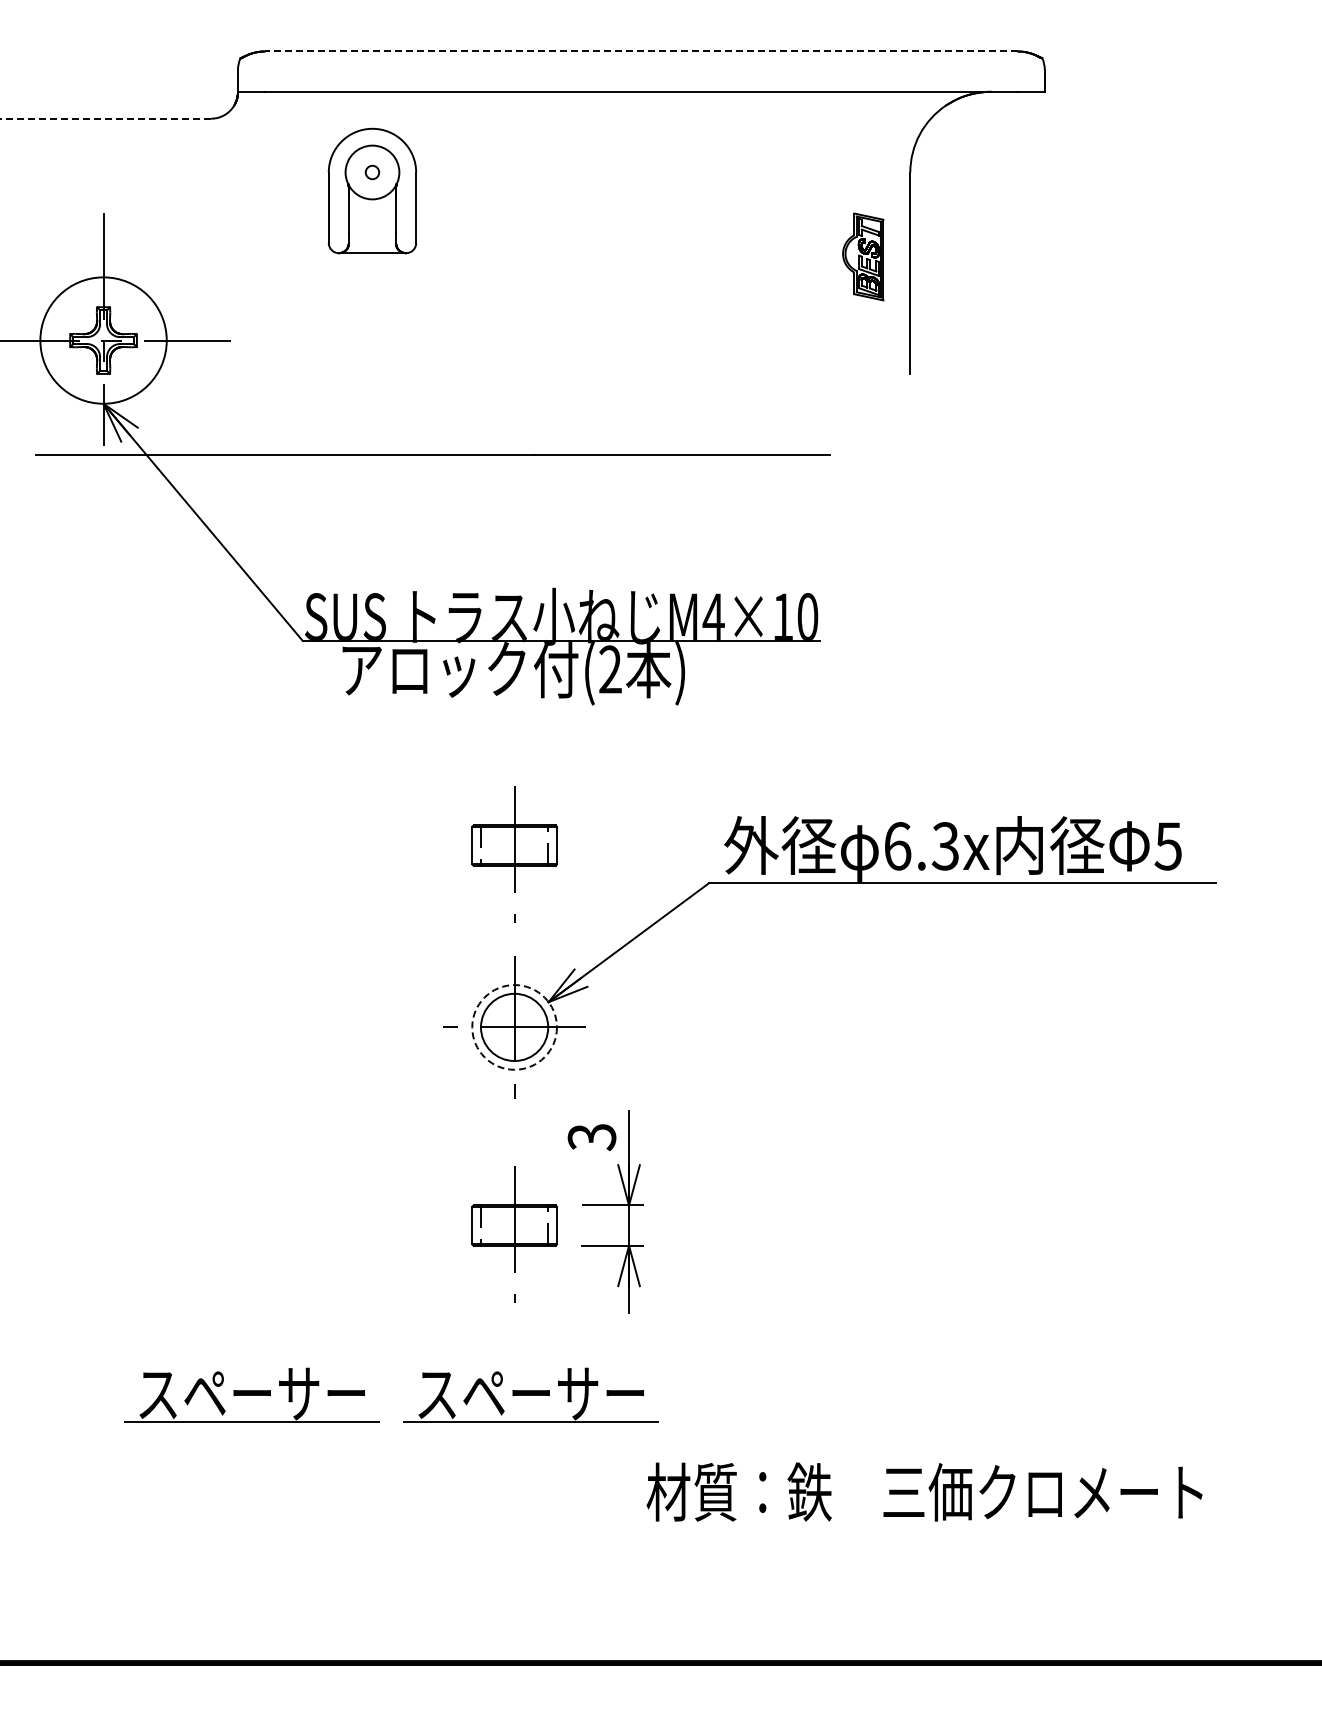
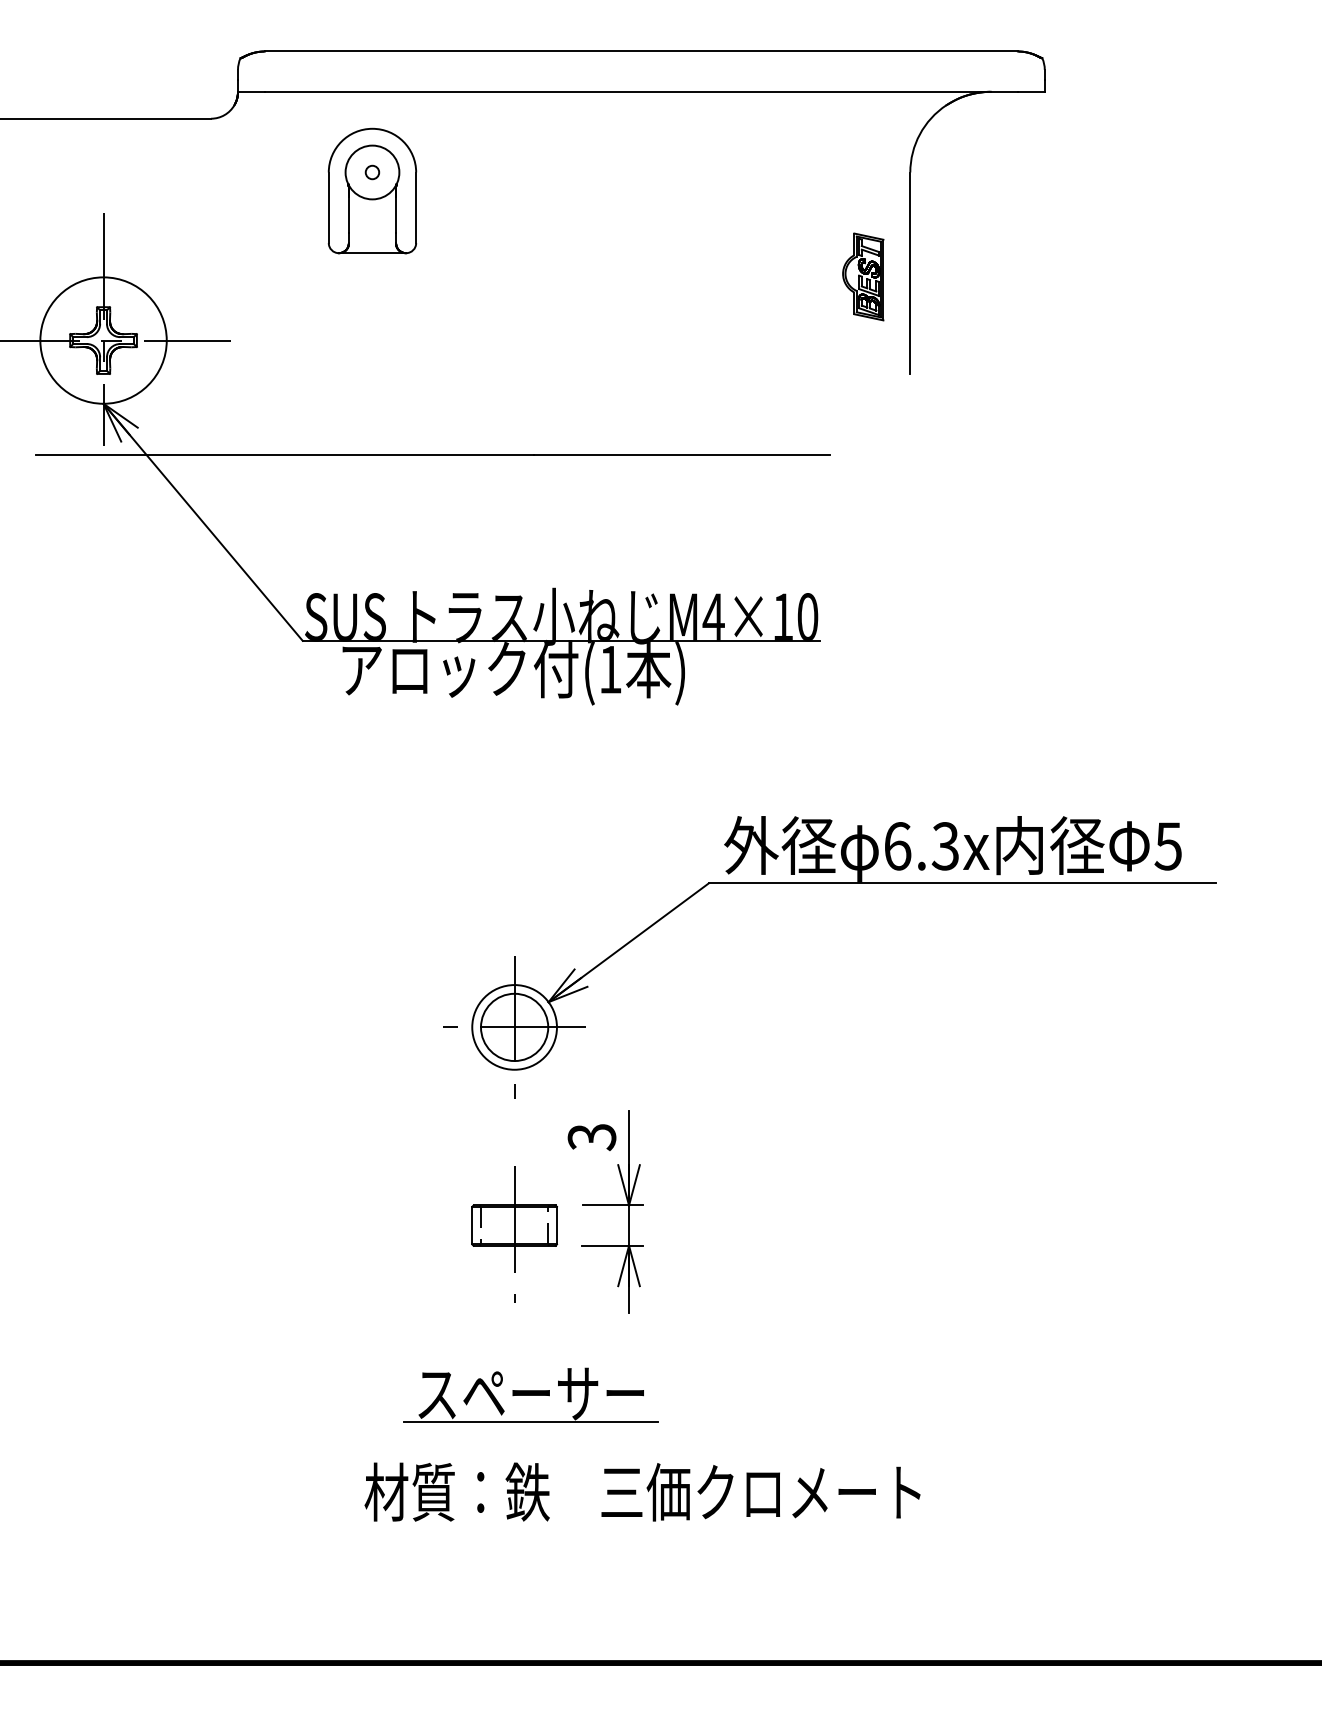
line at (640, 51): dashed -> solid
line at (105, 118): dashed -> solid
part at (863, 256) position: (863, 256) -> (863, 276)
text at (610, 669): (2 -> (1
part at (514, 854): present -> none
circle at (514, 1027): dashed -> solid
part at (251, 1394): present -> none
text at (924, 1491) position: (924, 1491) -> (642, 1491)
